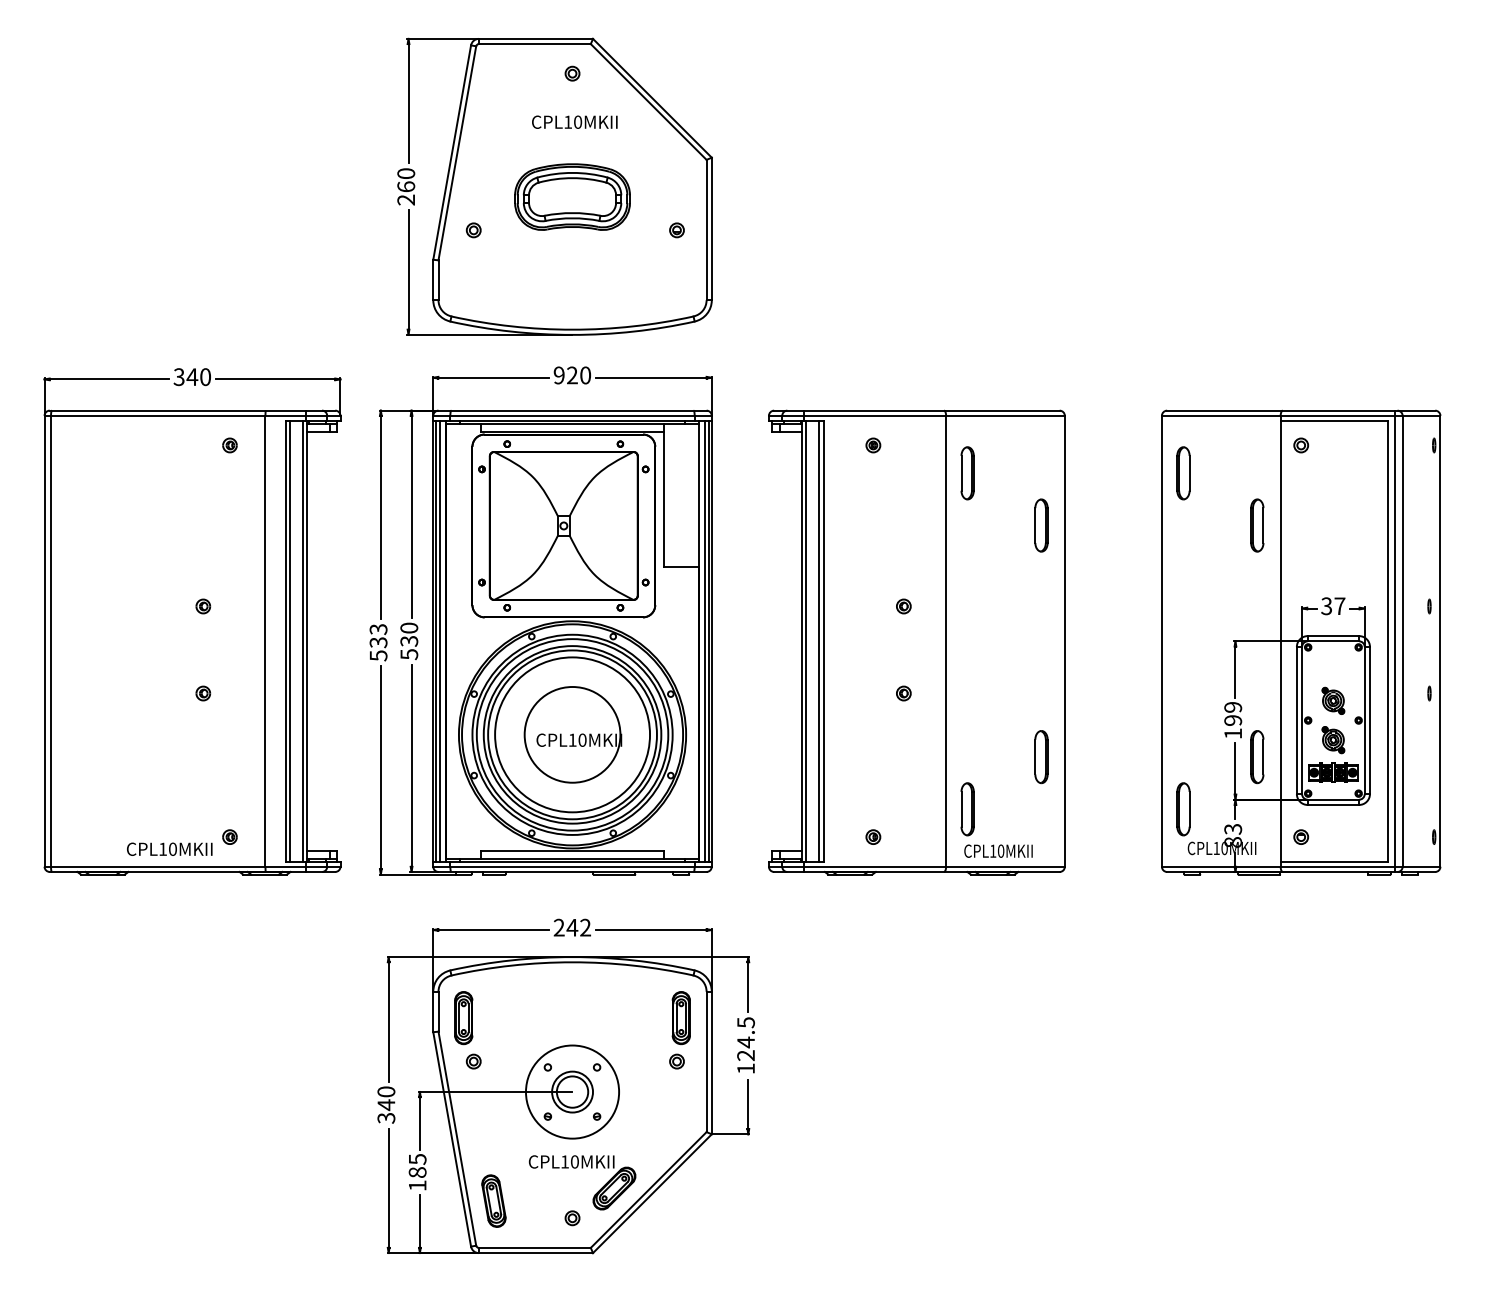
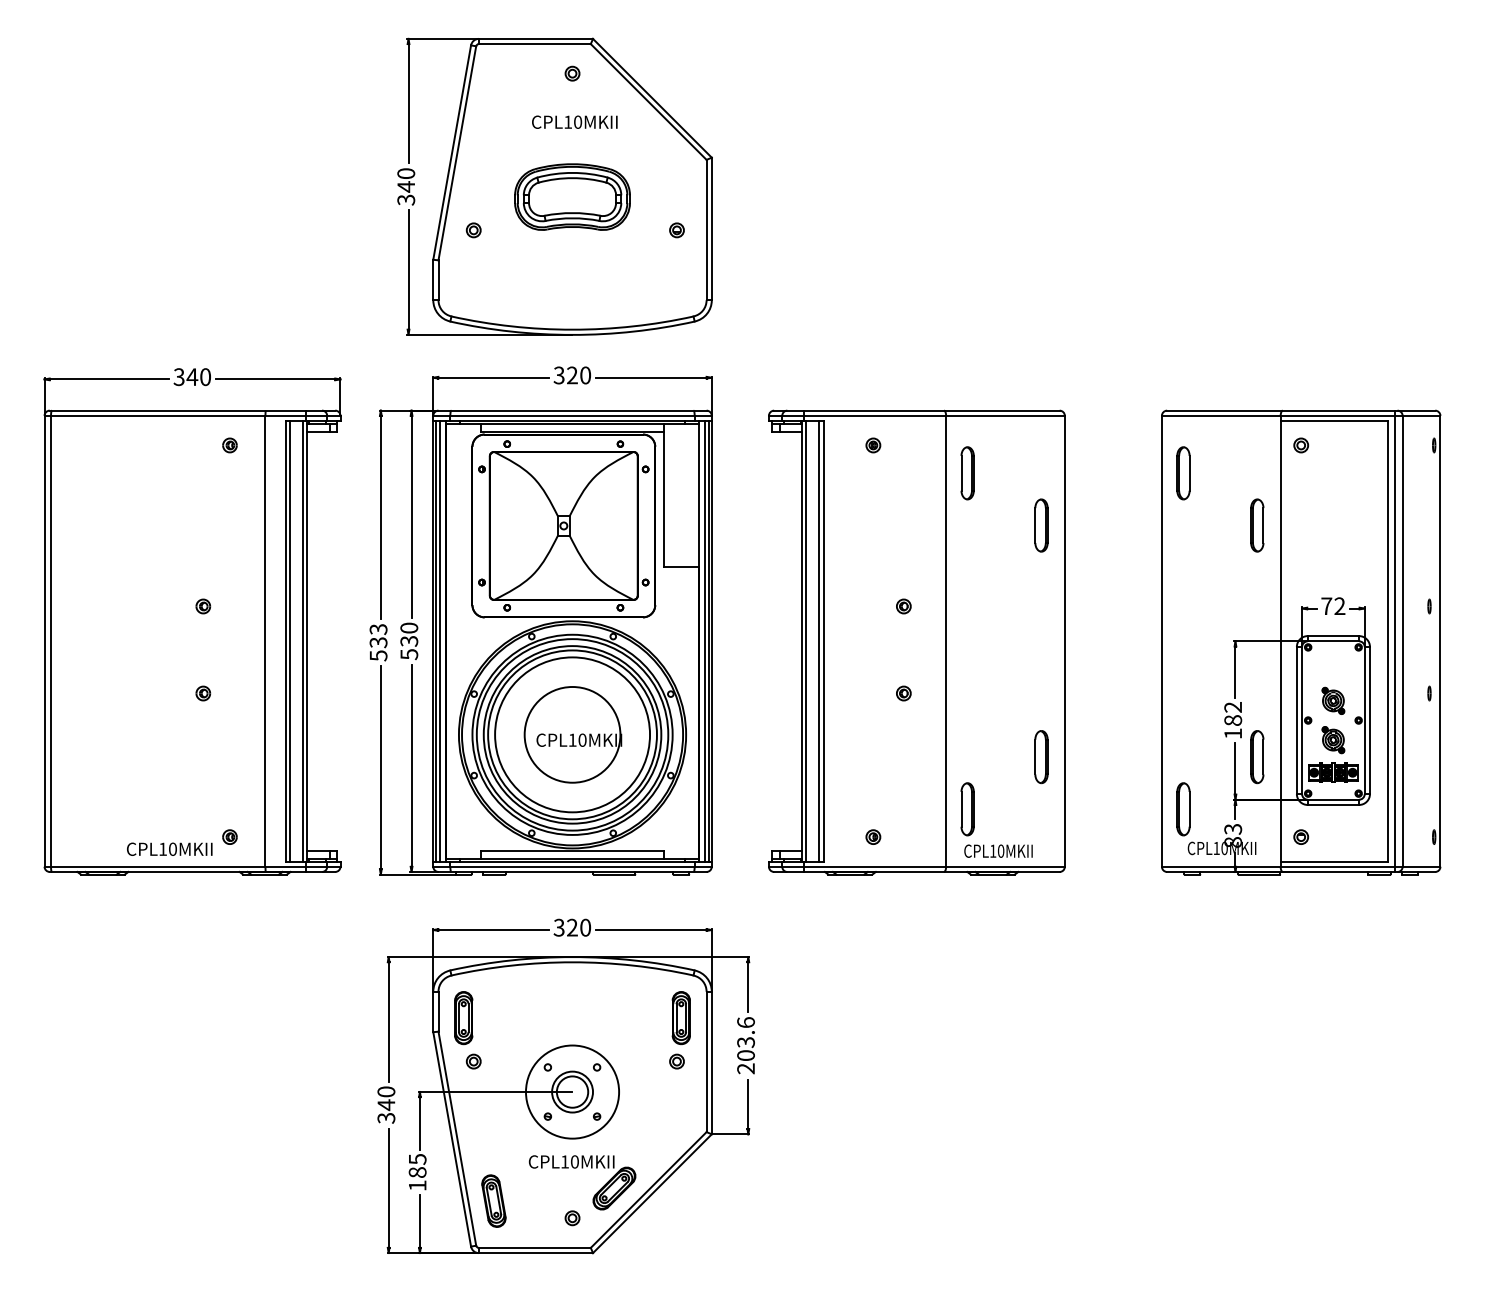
text at (406, 193): 260 -> 340
text at (558, 375): 920 -> 320
text at (1333, 606): 37 -> 72
text at (1233, 713): 199 -> 182
text at (572, 927): 242 -> 320
text at (745, 1045): 124.5 -> 203.6
